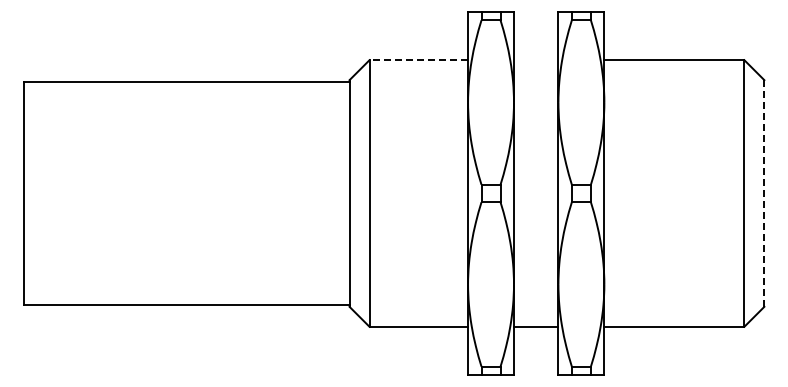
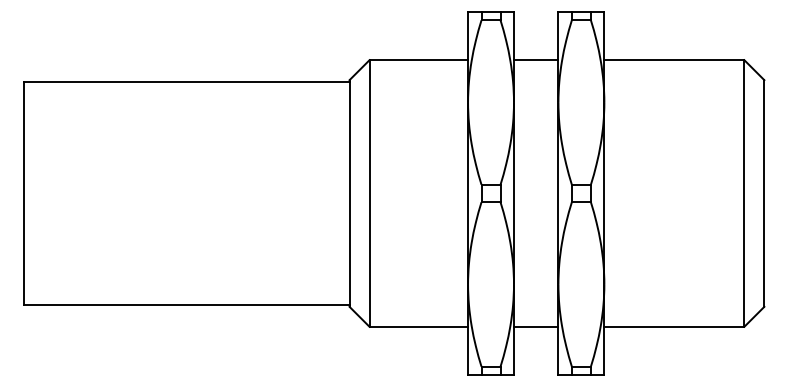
line at (418, 60): dashed -> solid
line at (535, 60): none -> present
line at (764, 194): dashed -> solid
